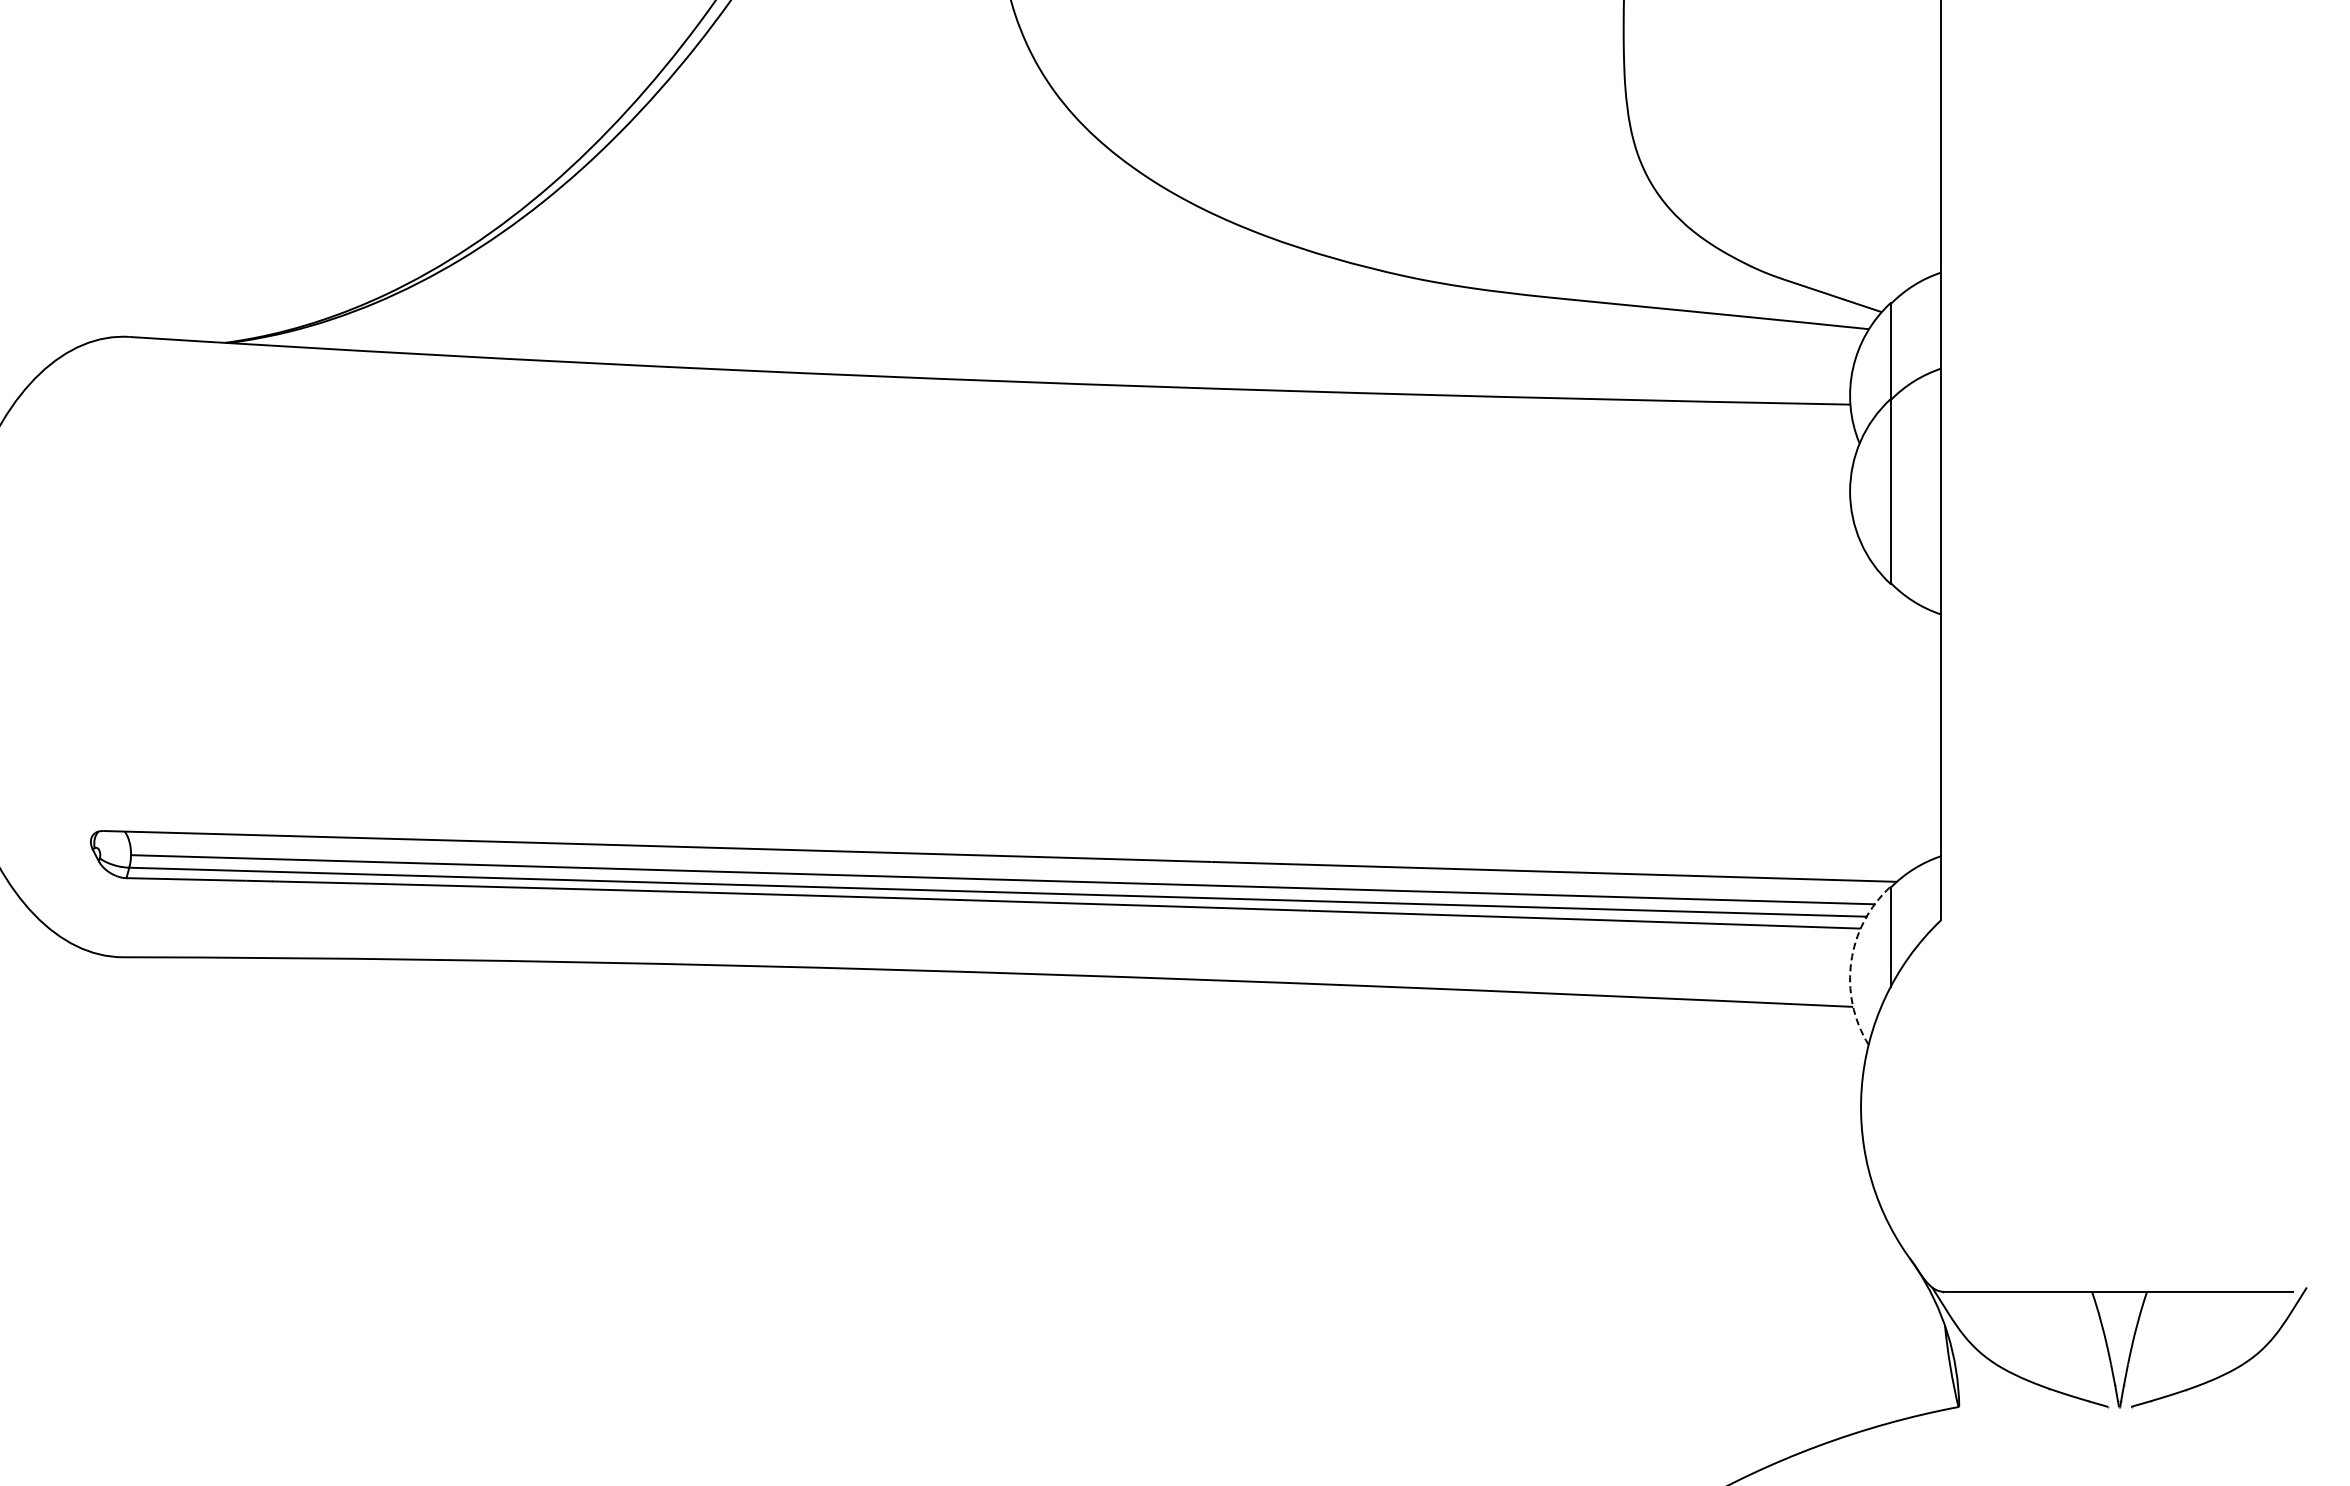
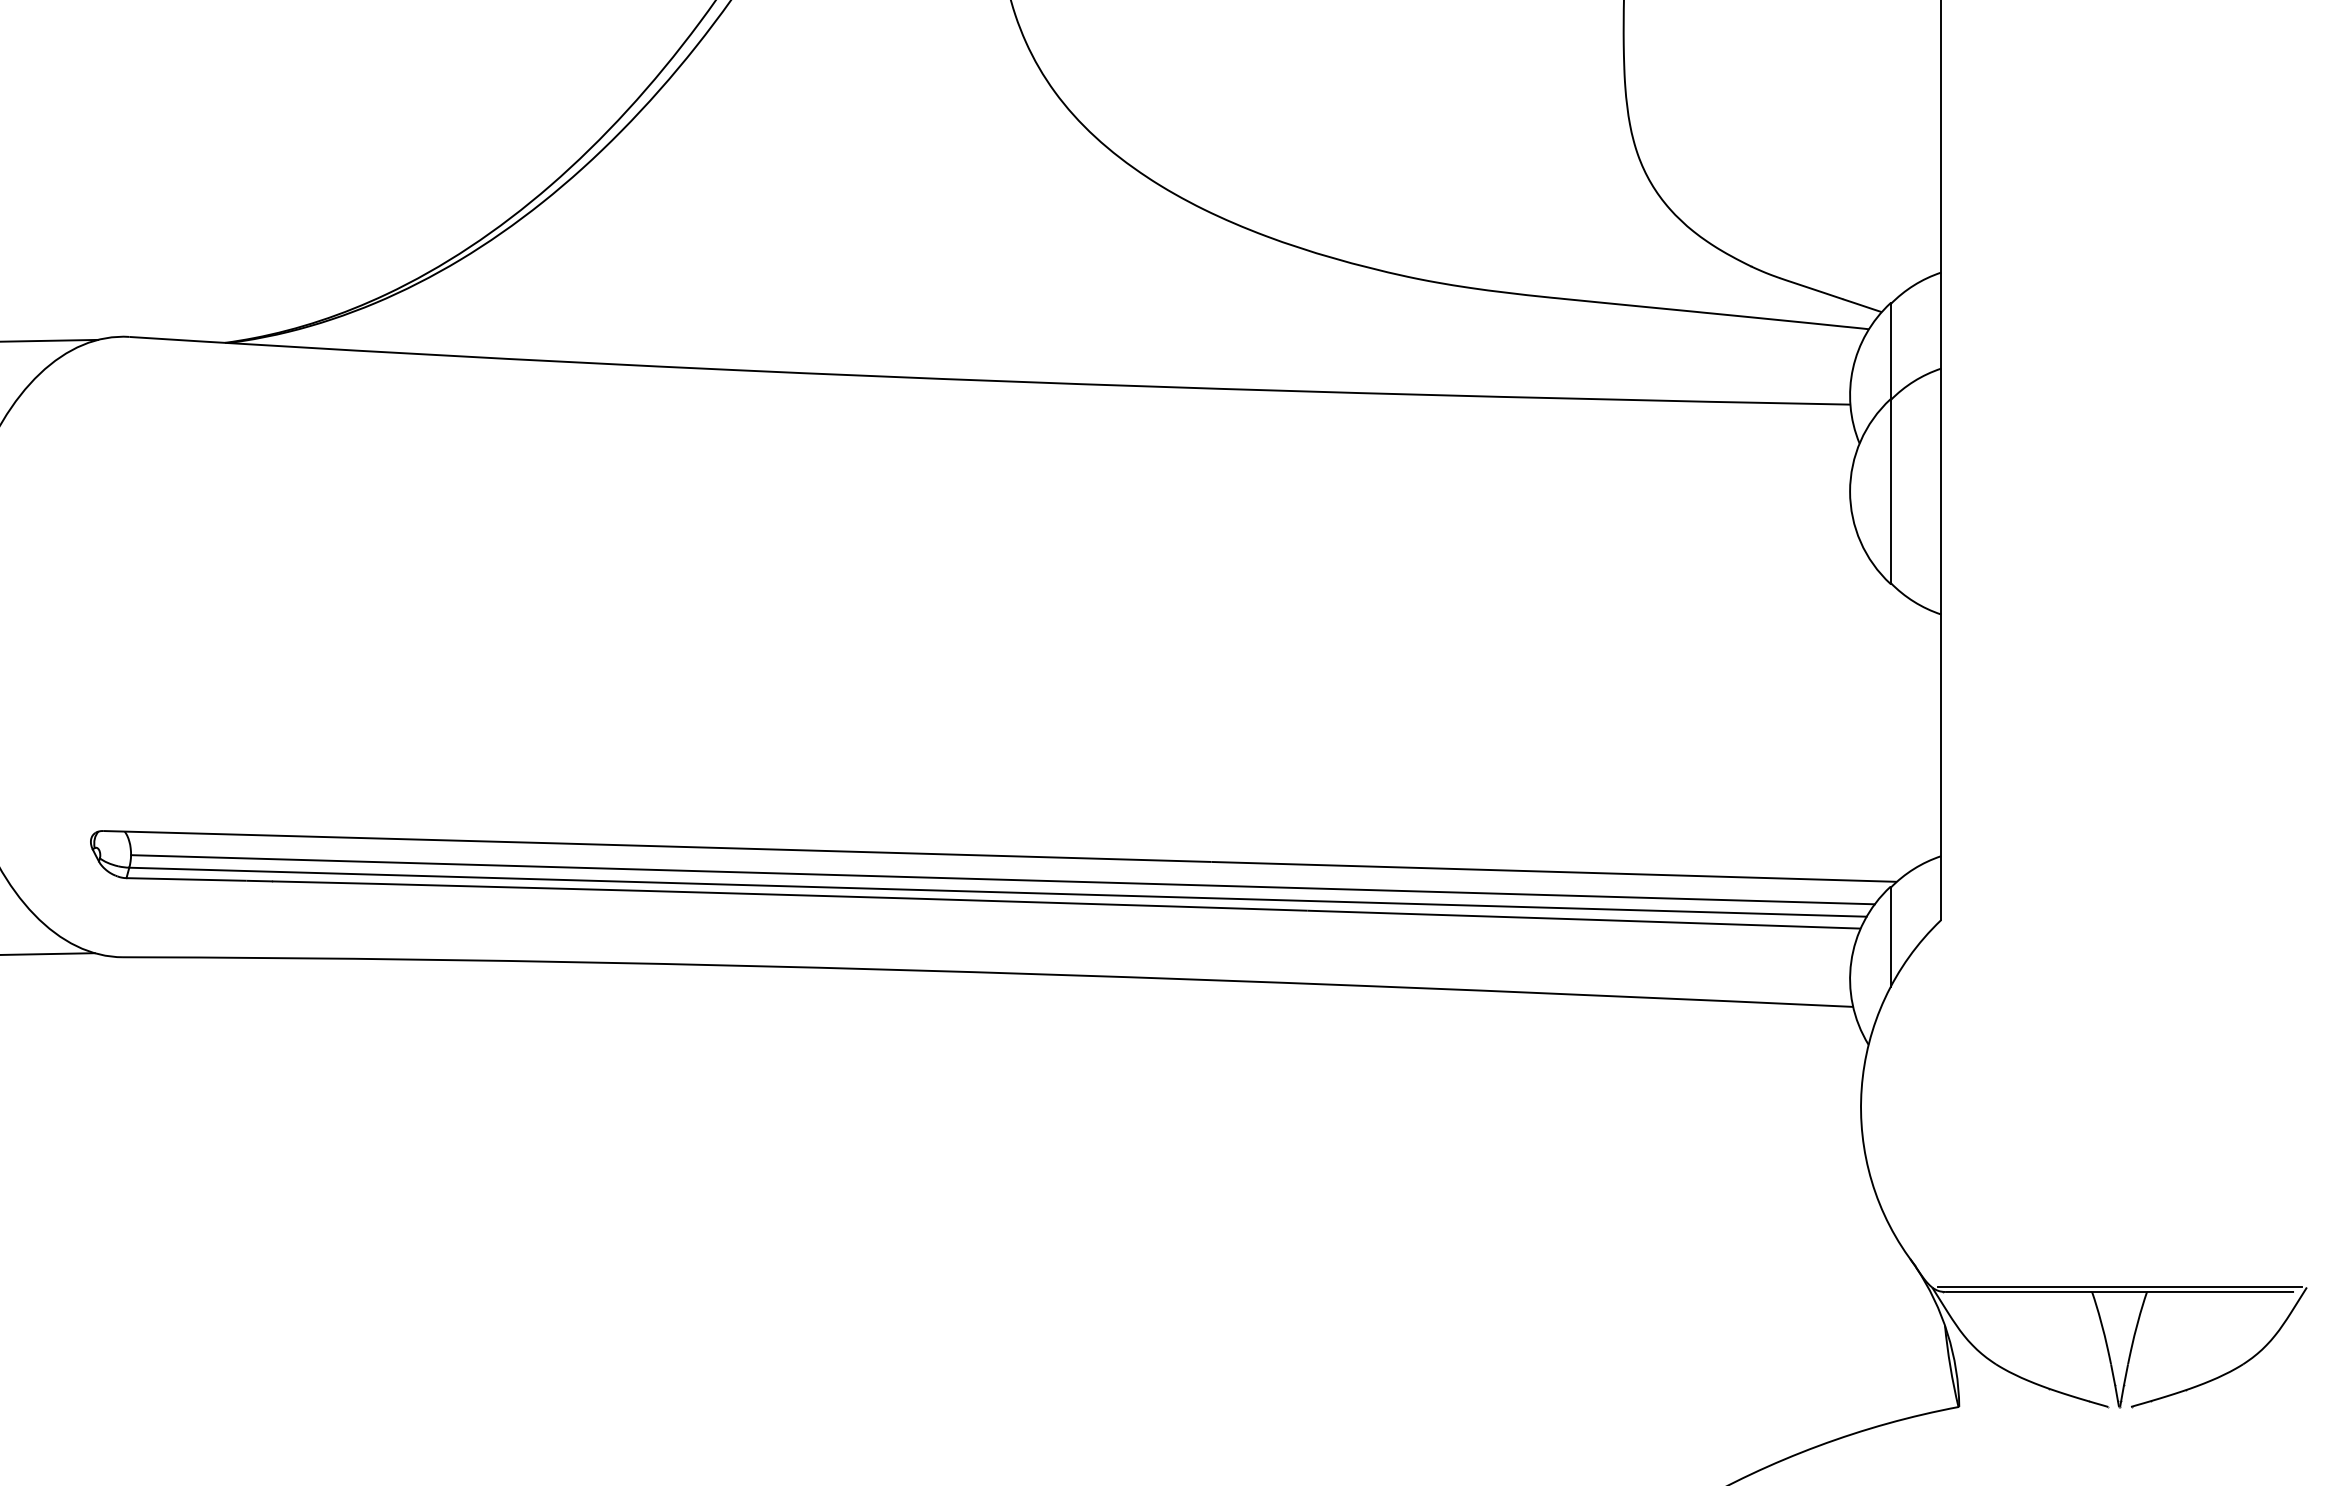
line at (50, 340): none -> present
line at (48, 953): none -> present
arc at (1851, 961): dashed -> solid
line at (2119, 1287): none -> present
